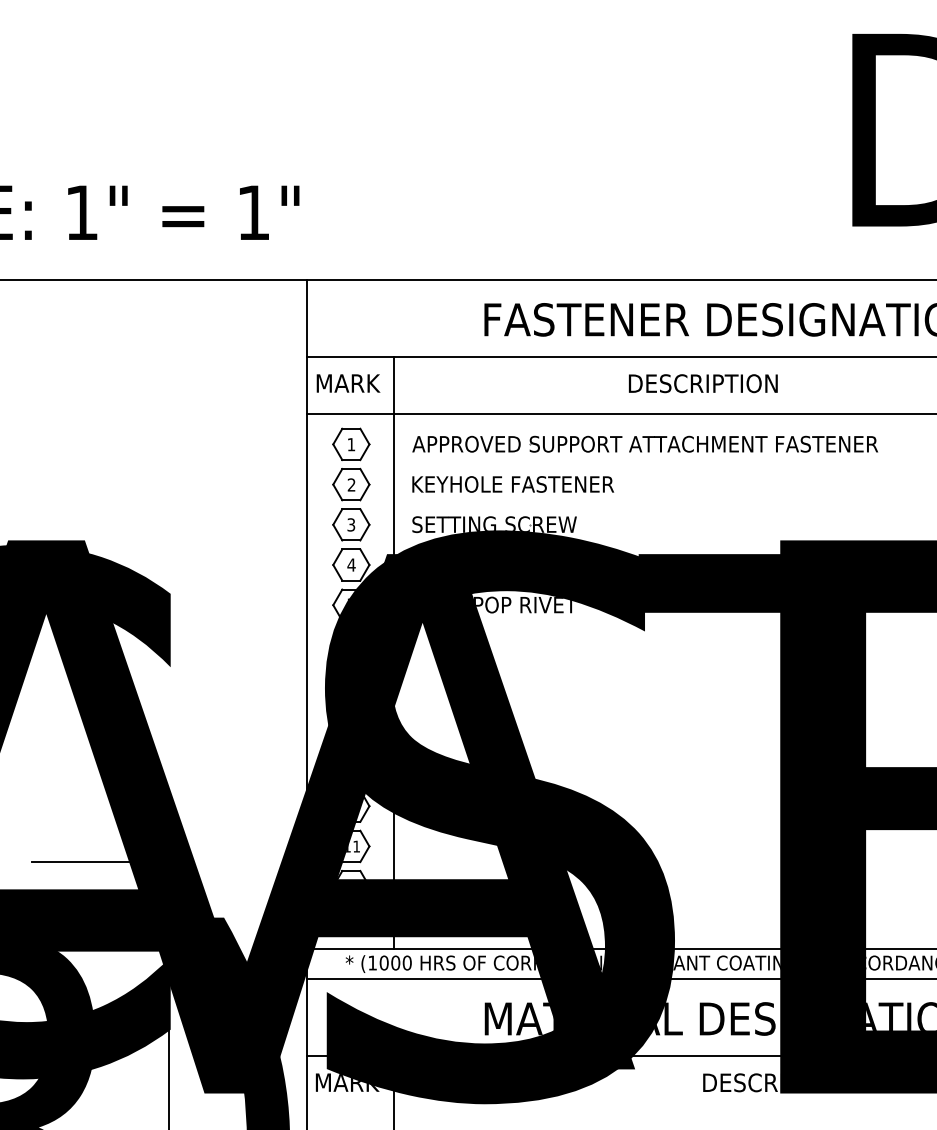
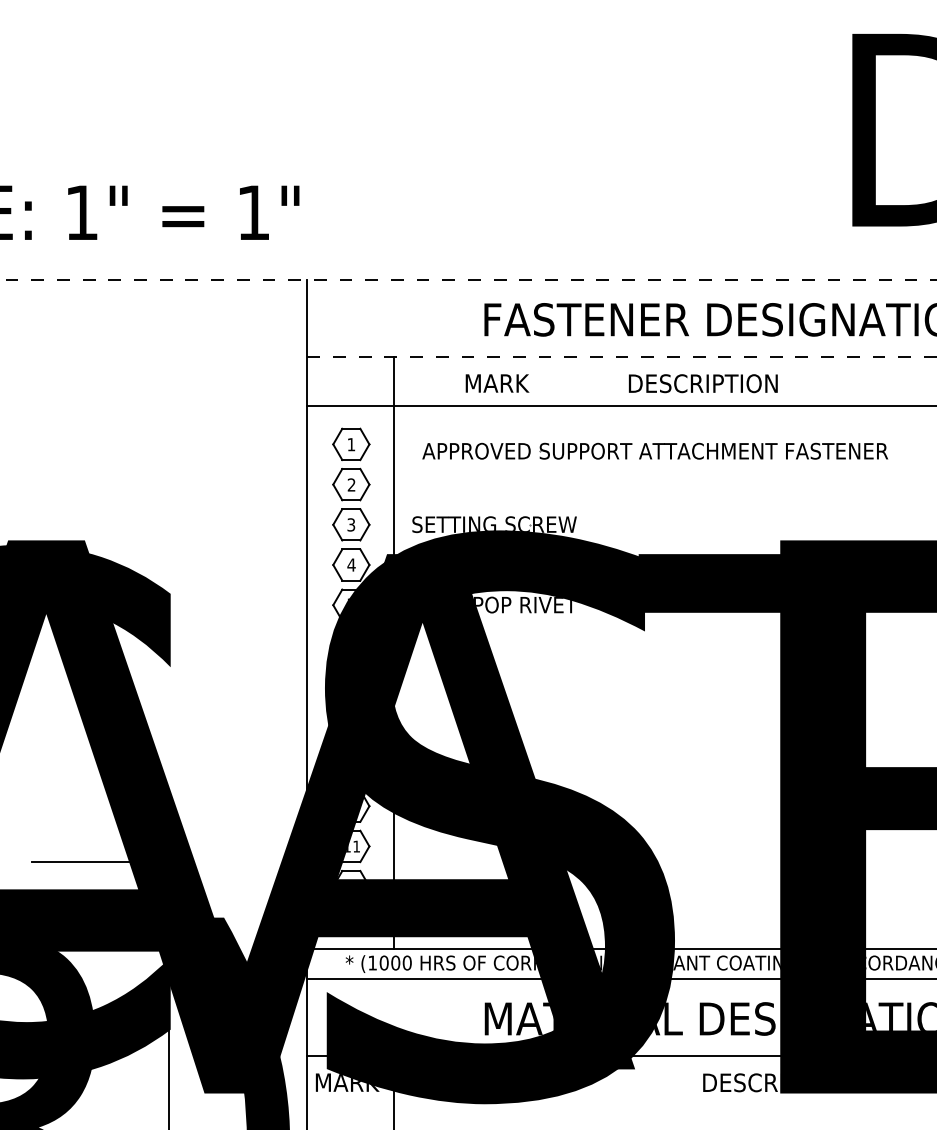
line at (468, 279): solid -> dashed
line at (622, 356): solid -> dashed
text at (348, 383) position: (348, 383) -> (497, 383)
line at (620, 414) position: (620, 414) -> (620, 406)
part at (645, 443) position: (645, 443) -> (655, 450)
part at (513, 484): present -> none
